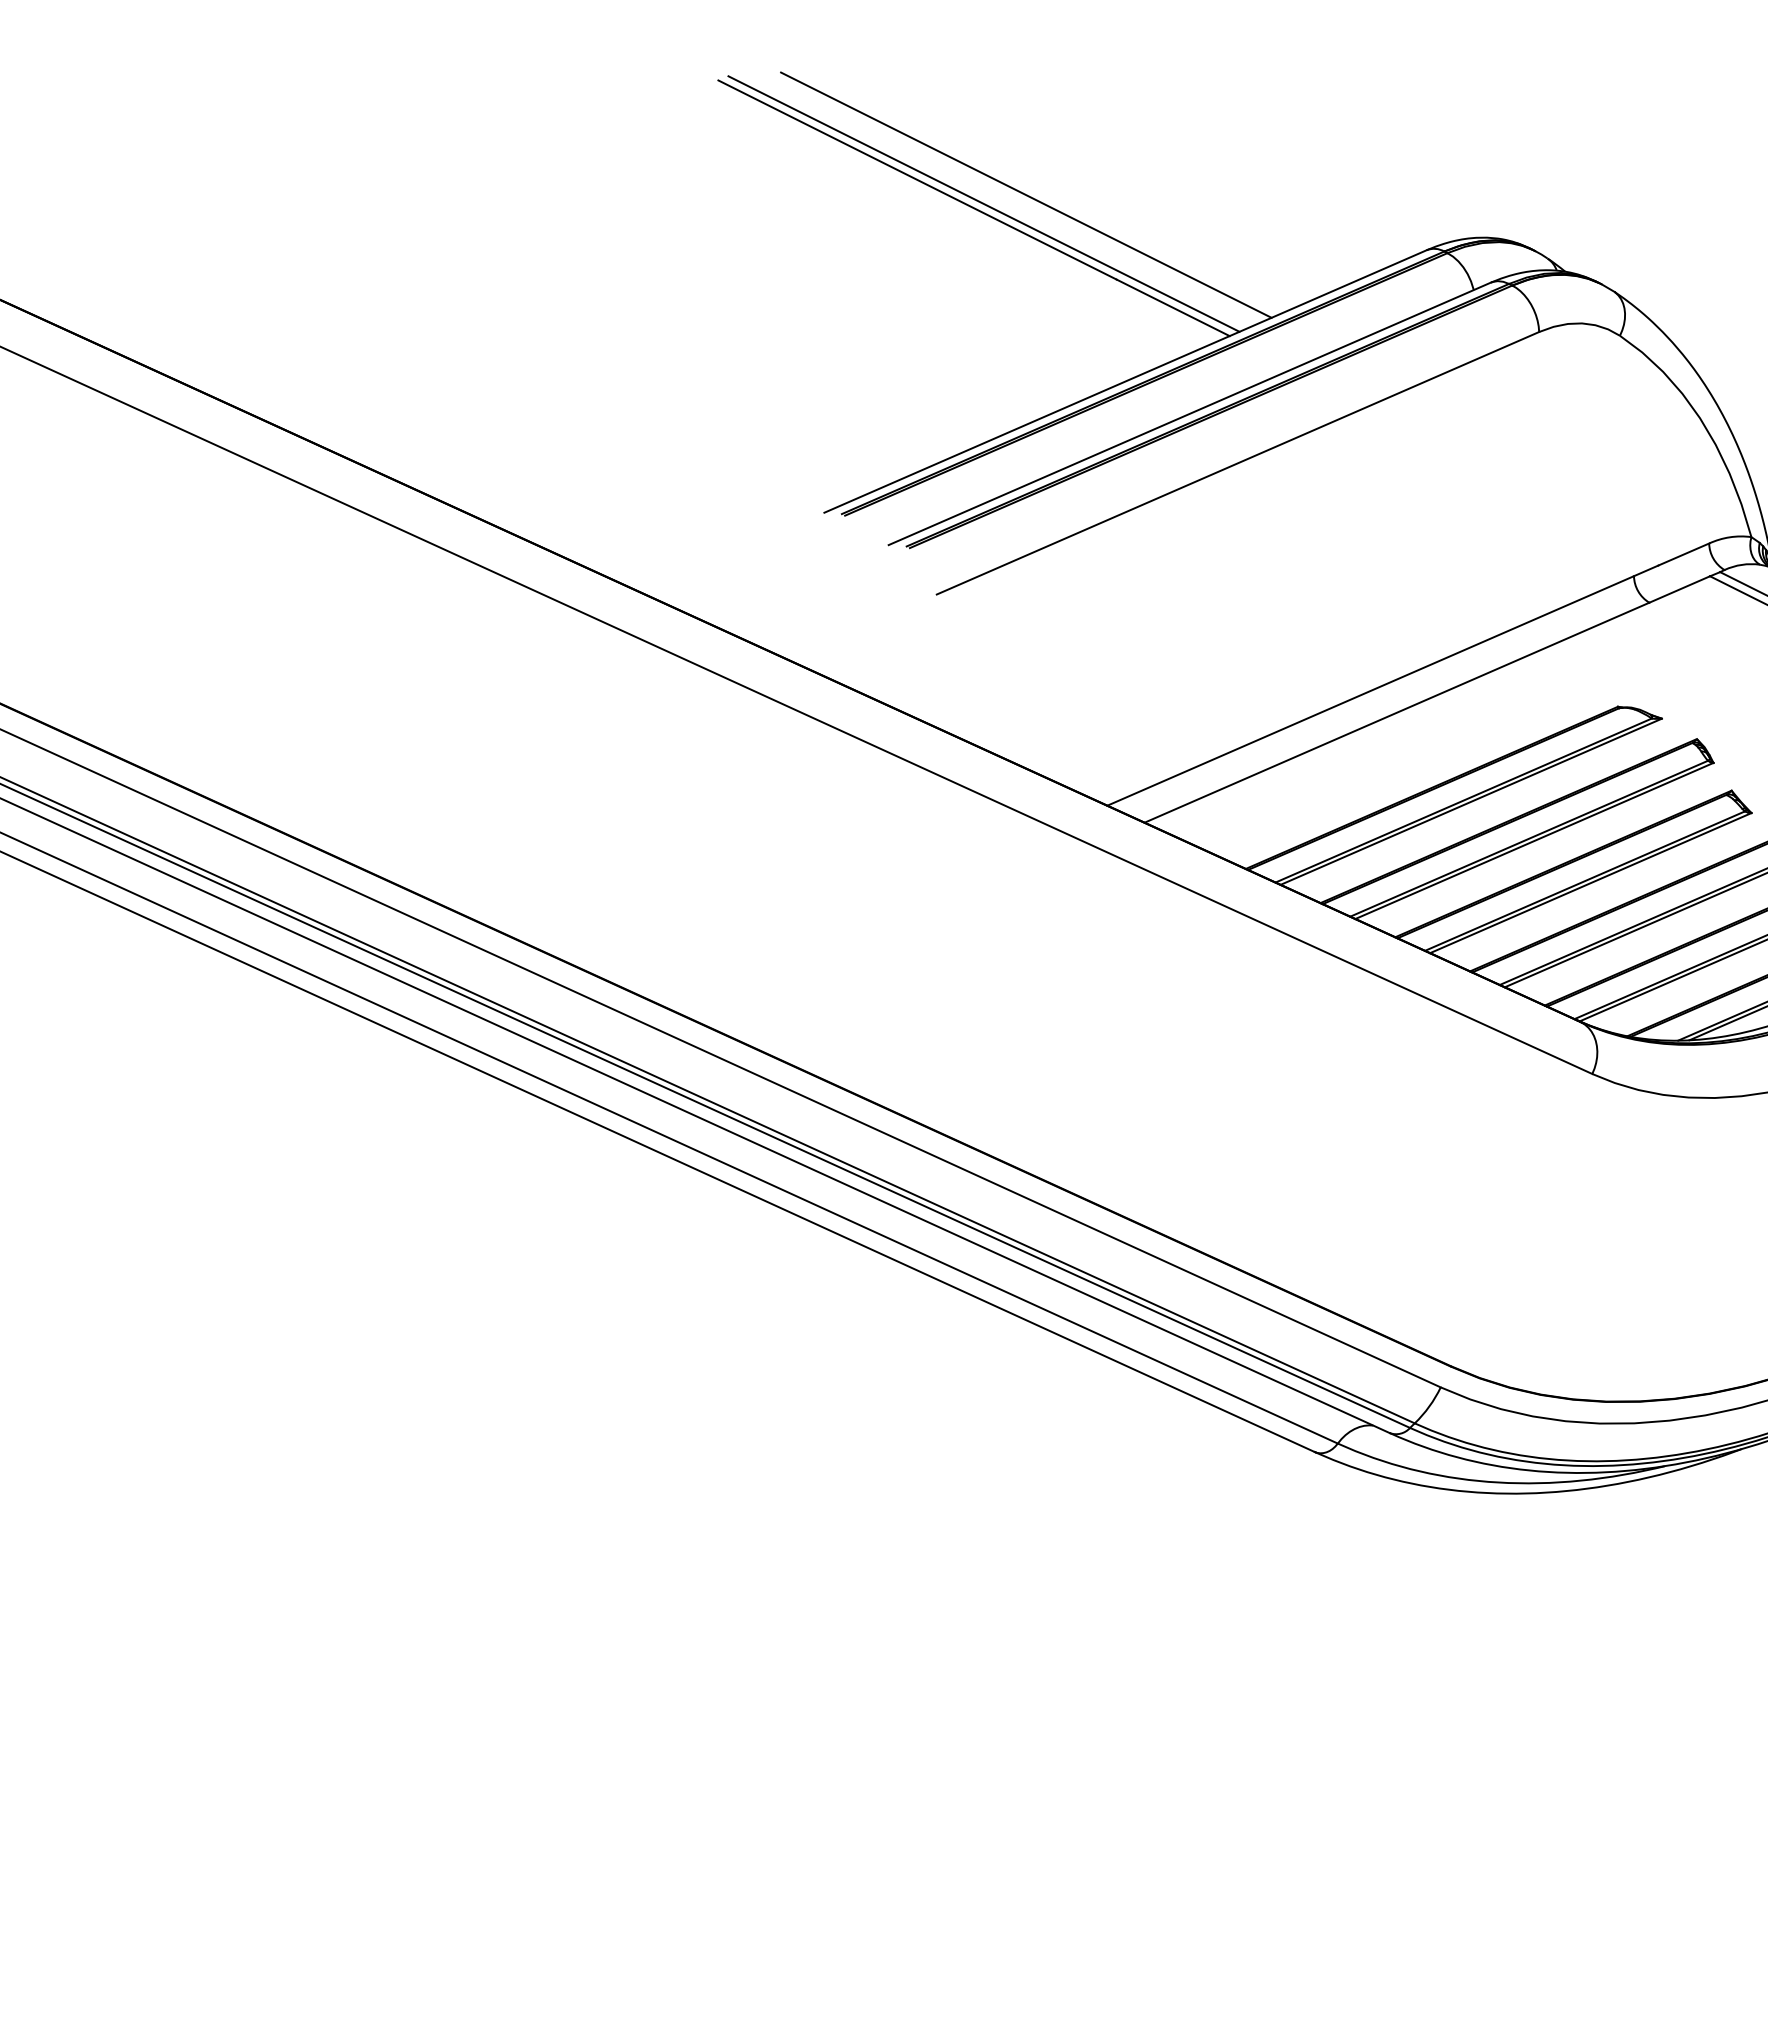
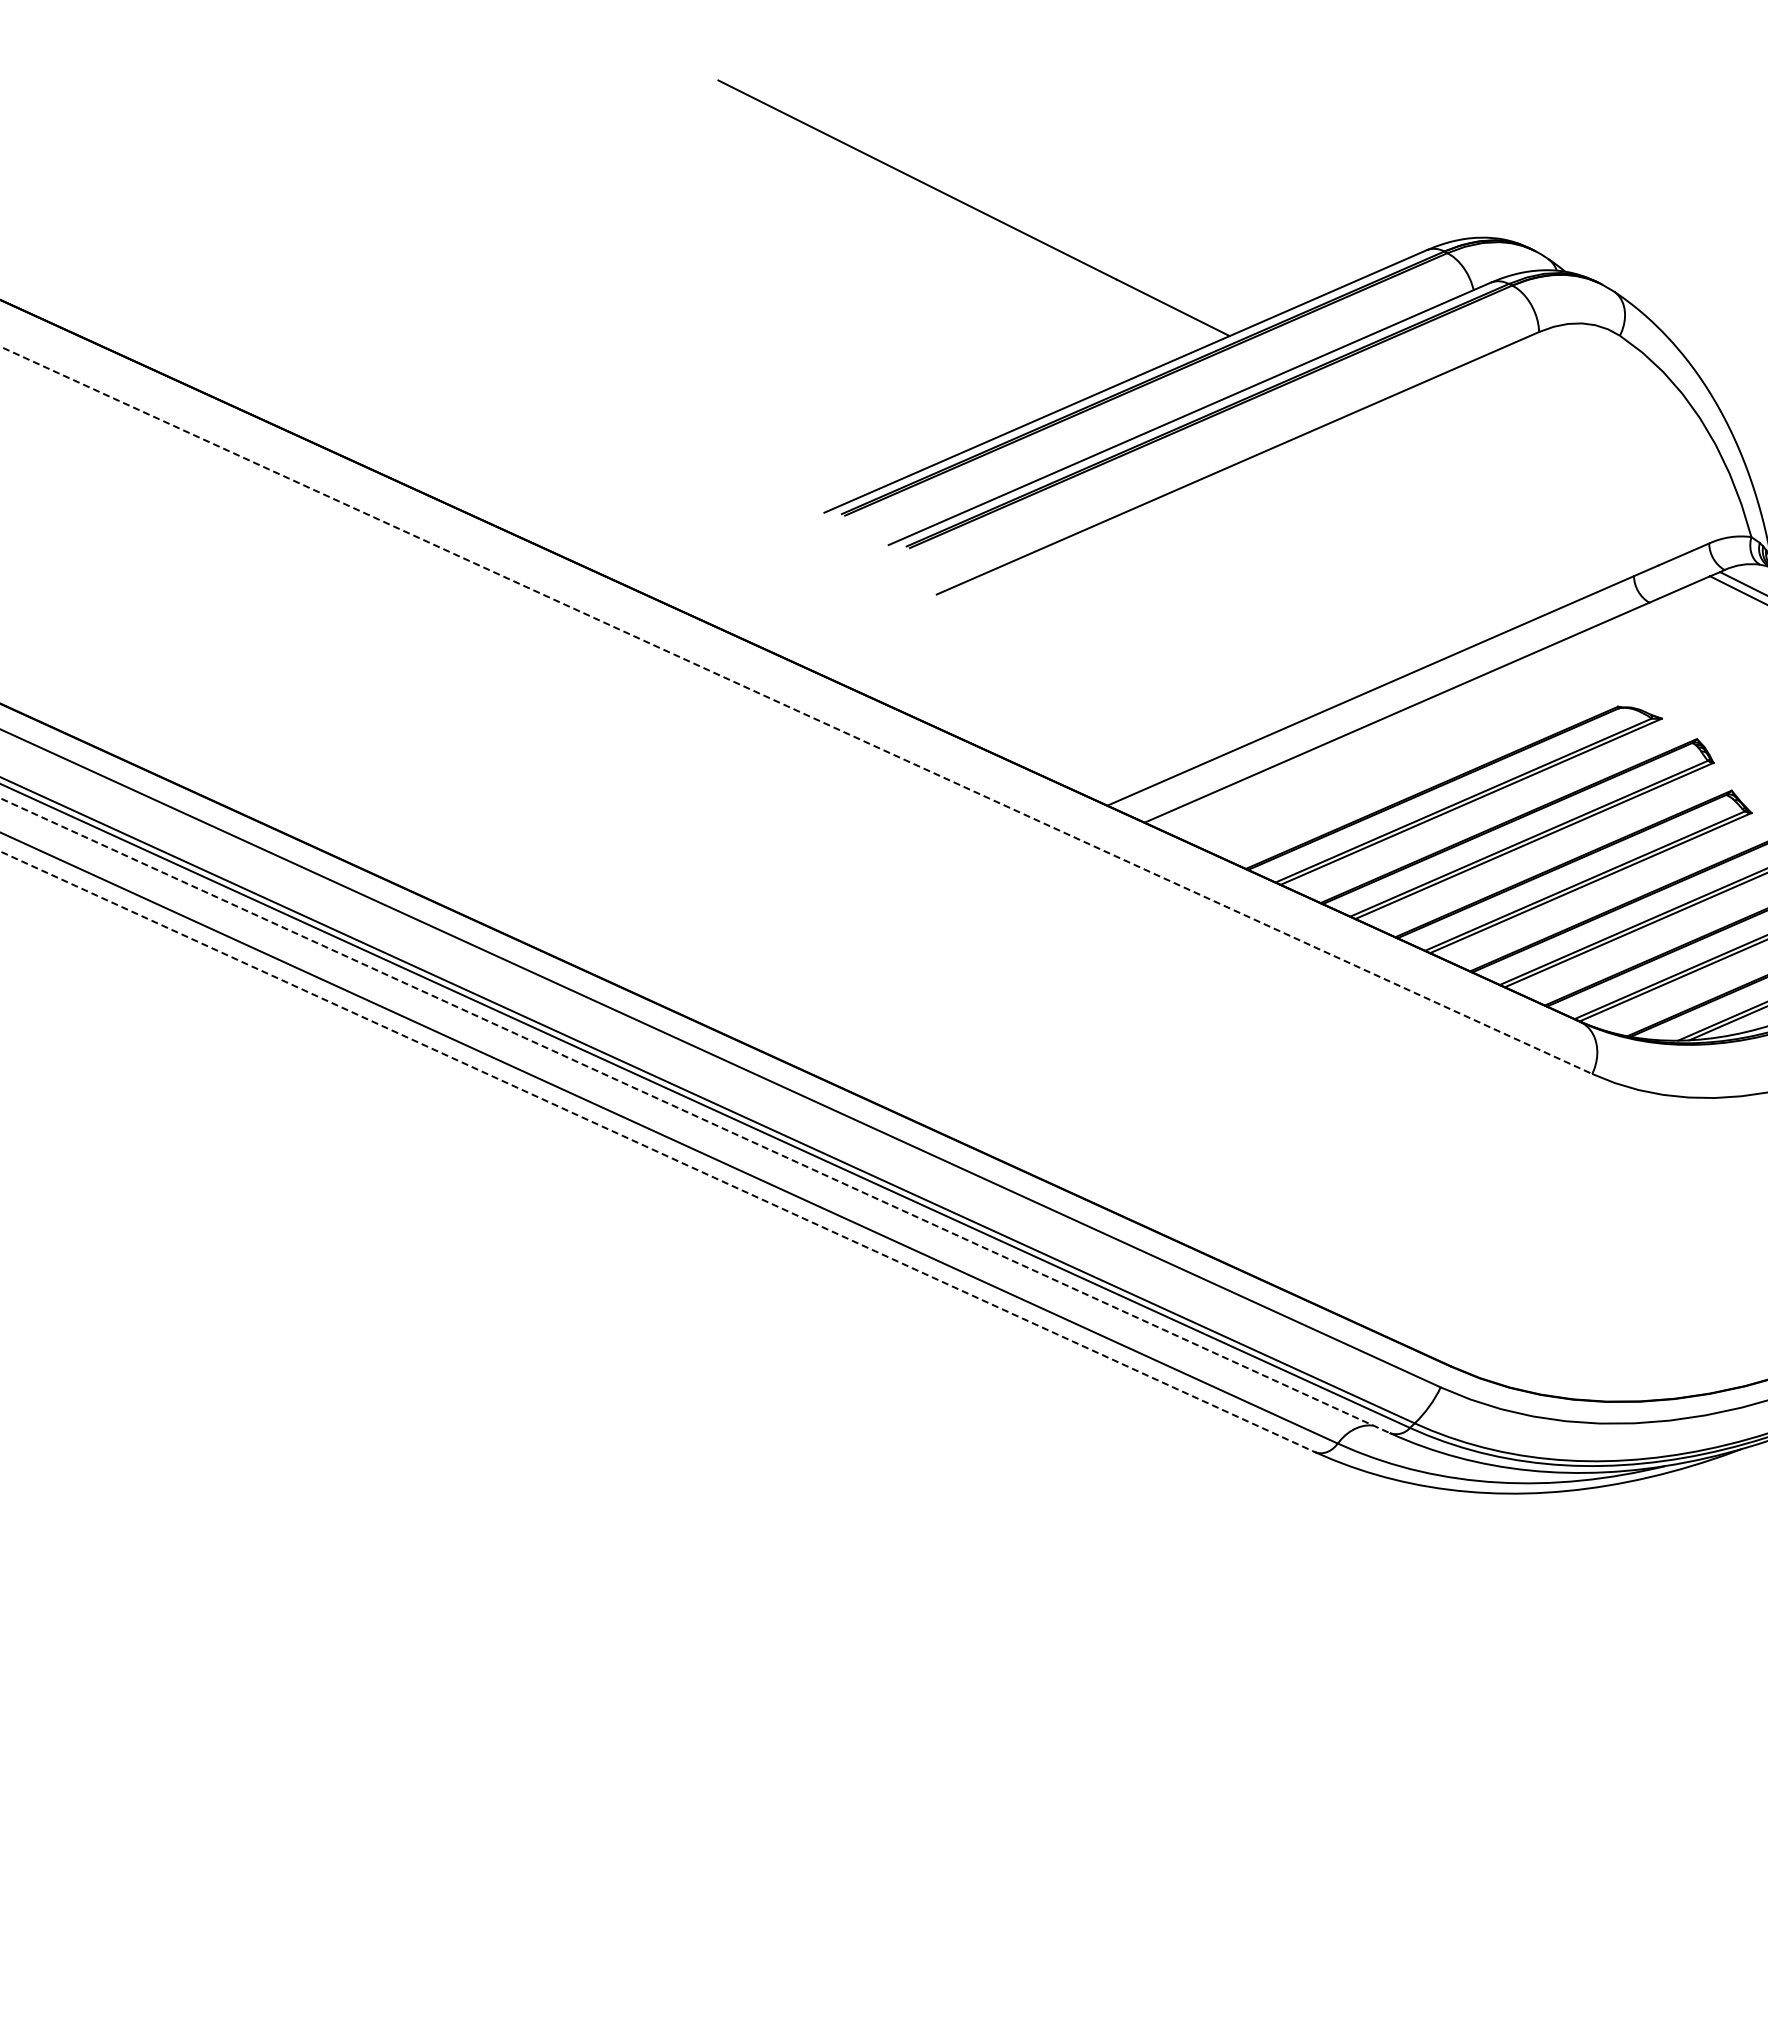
line at (1026, 194): present -> none
line at (983, 203): present -> none
line at (796, 710): solid -> dashed
line at (695, 1115): solid -> dashed
line at (658, 1152): solid -> dashed
